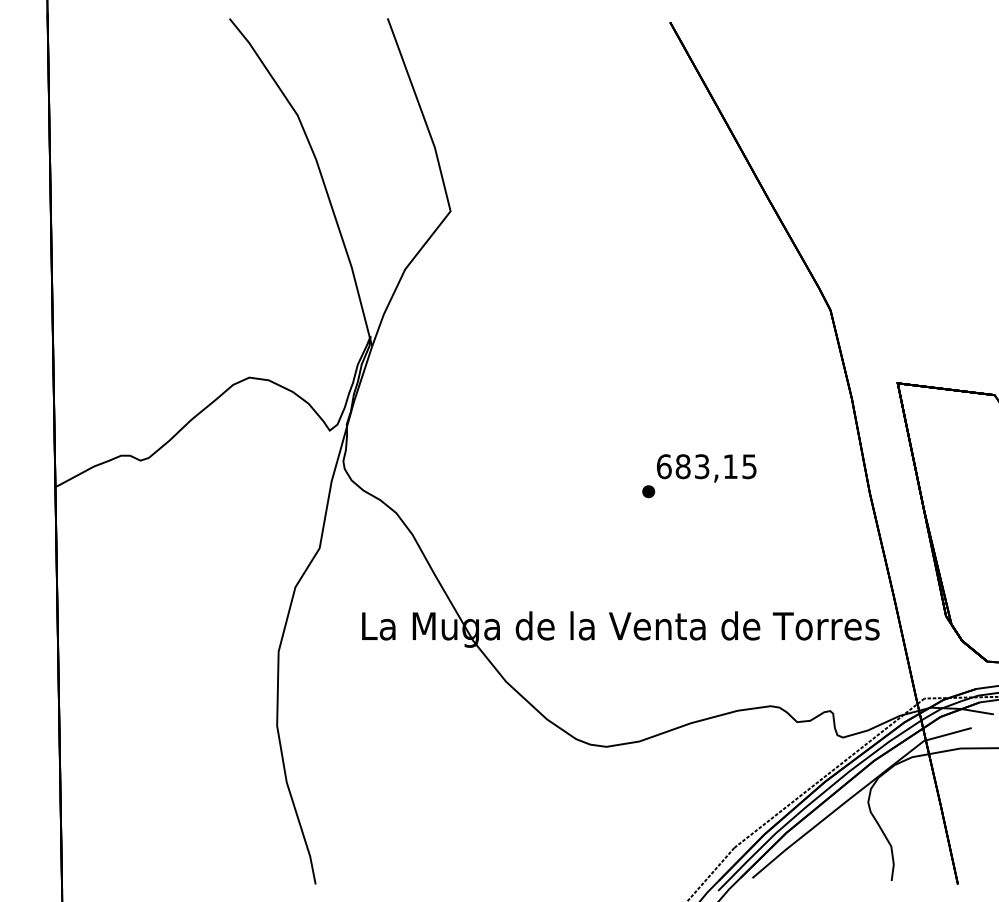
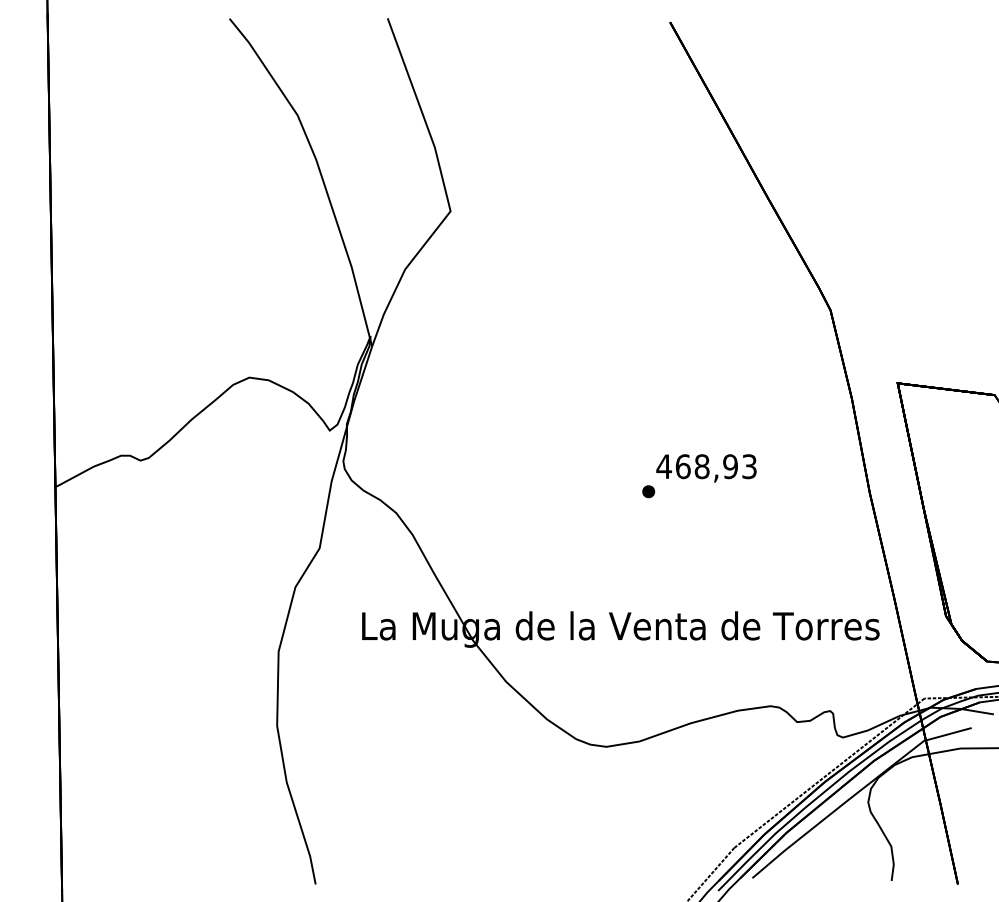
text at (706, 466): 683,15 -> 468,93
